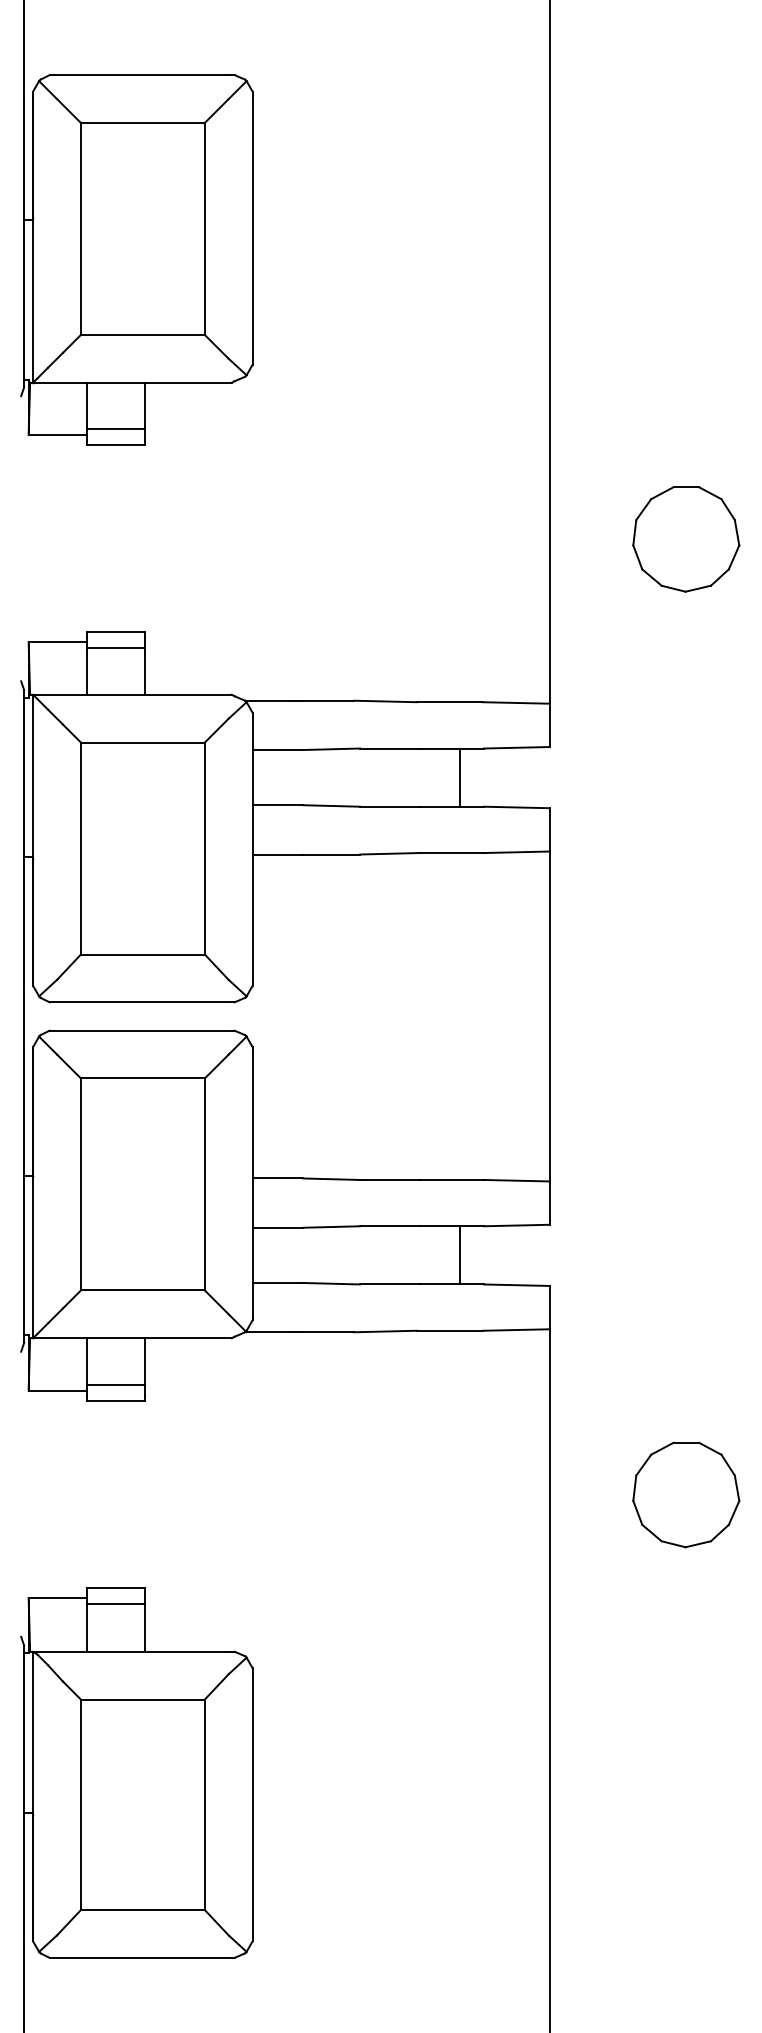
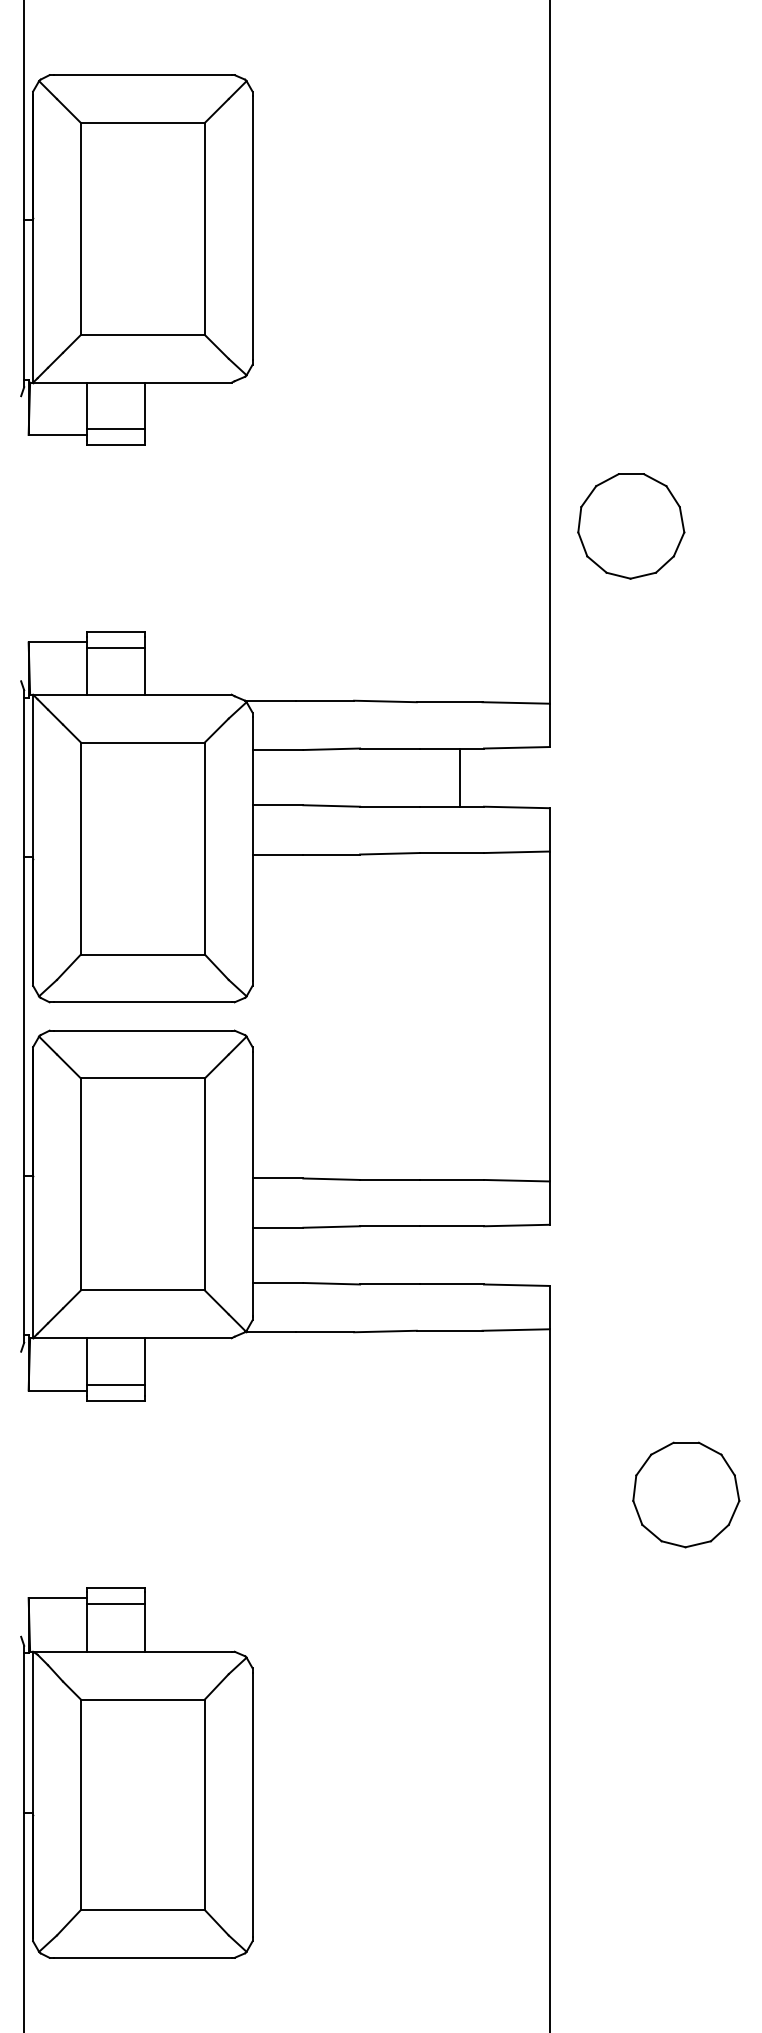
part at (686, 539) position: (686, 539) -> (631, 526)
line at (460, 1255): present -> none
